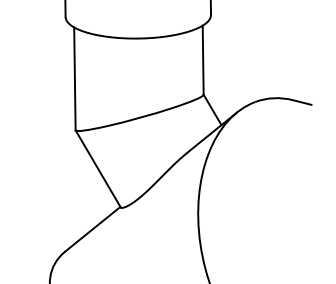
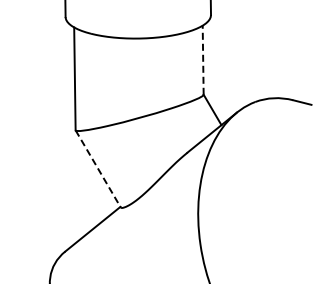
line at (203, 60): solid -> dashed
line at (98, 169): solid -> dashed
